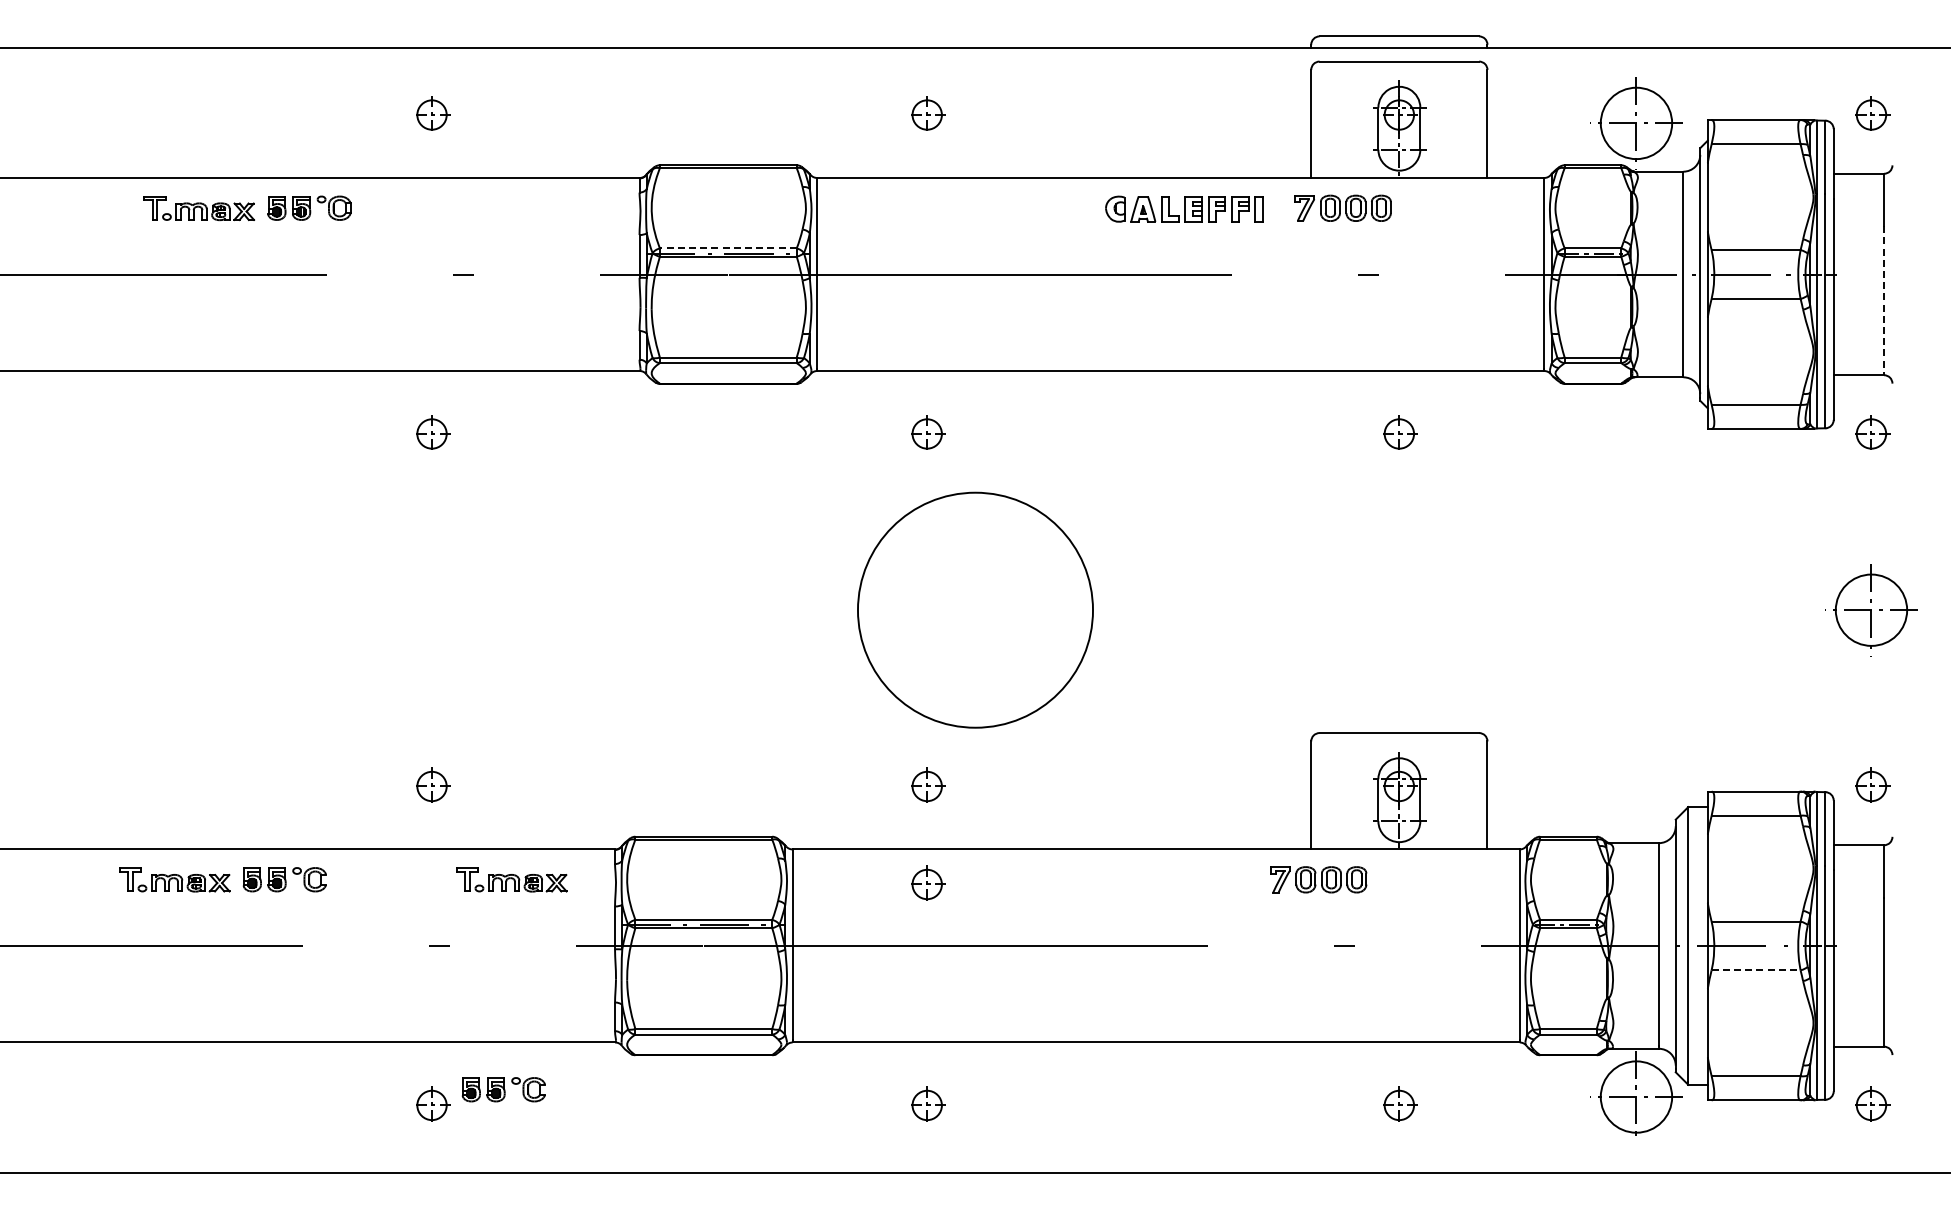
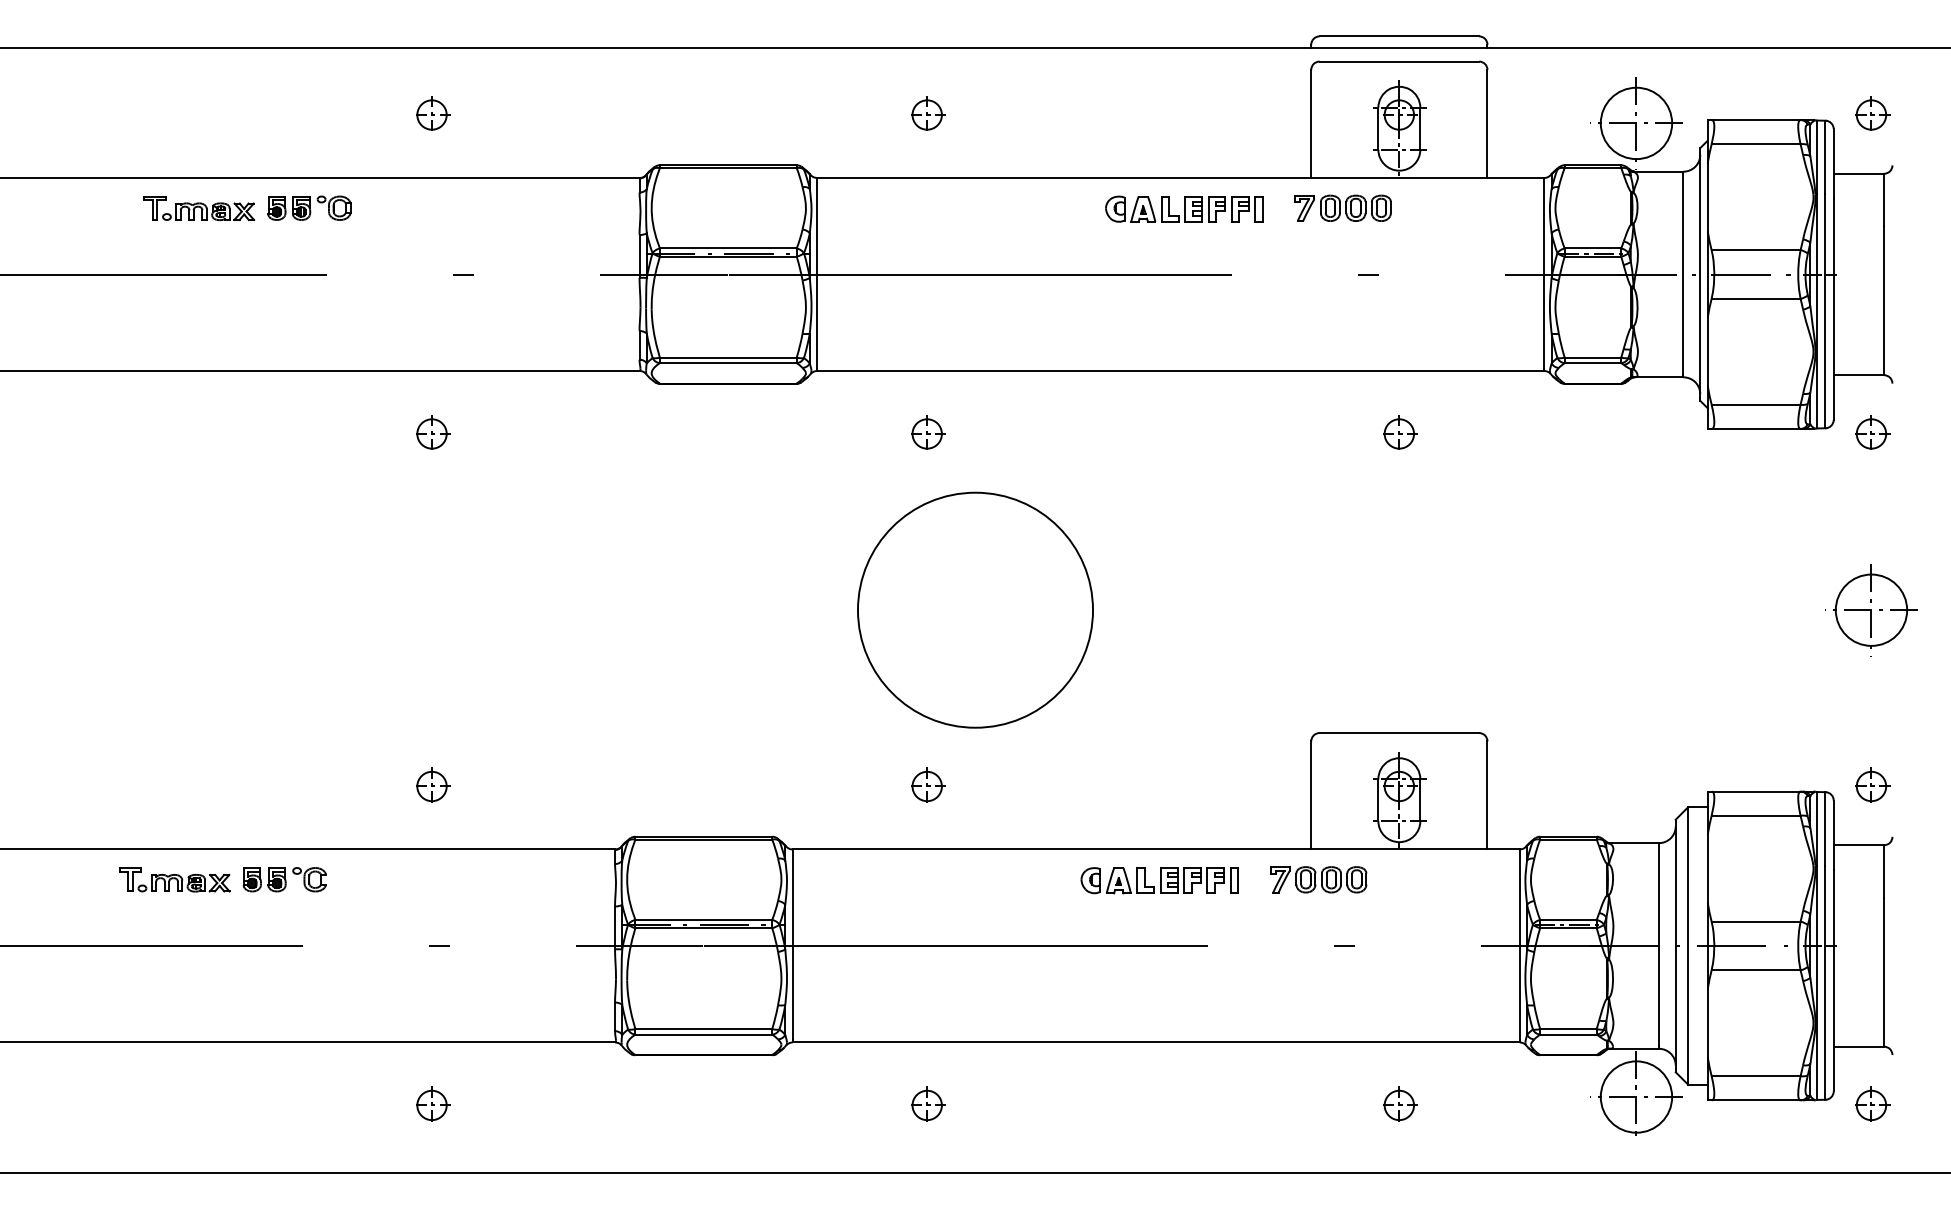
line at (727, 248): dashed -> solid
line at (1884, 300): dashed -> solid
part at (511, 879): present -> none
part at (1159, 880): none -> present
part at (928, 882): present -> none
line at (1756, 970): dashed -> solid
part at (503, 1089): present -> none
